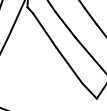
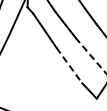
line at (90, 55): solid -> dashed
line at (69, 65): solid -> dashed
